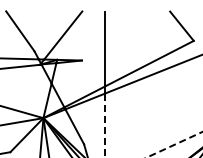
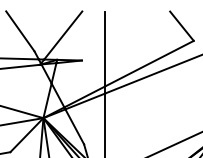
line at (105, 126): dashed -> solid
line at (174, 144): dashed -> solid
